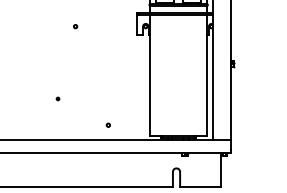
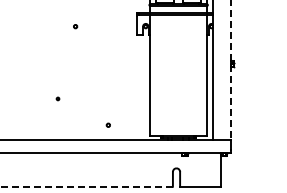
line at (230, 70): solid -> dashed
line at (85, 186): solid -> dashed
